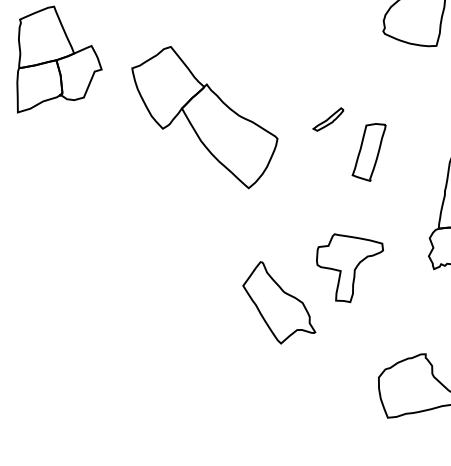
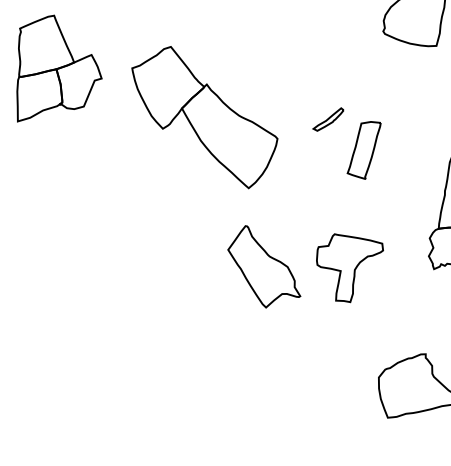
part at (59, 59) position: (59, 59) -> (59, 68)
part at (368, 152) position: (368, 152) -> (363, 150)
part at (279, 302) position: (279, 302) -> (264, 266)
